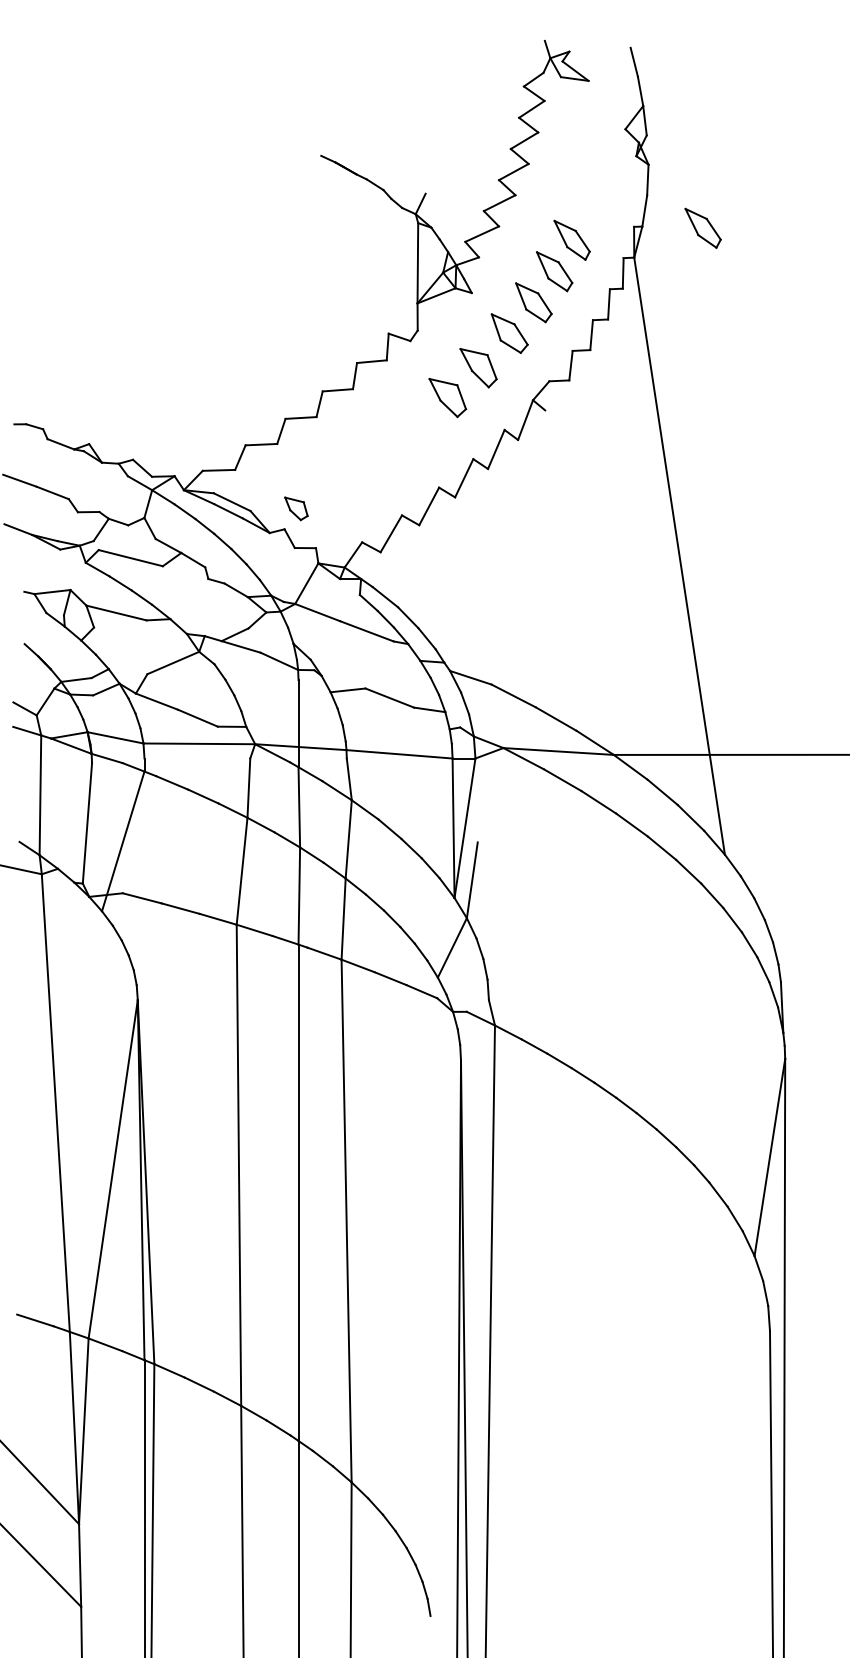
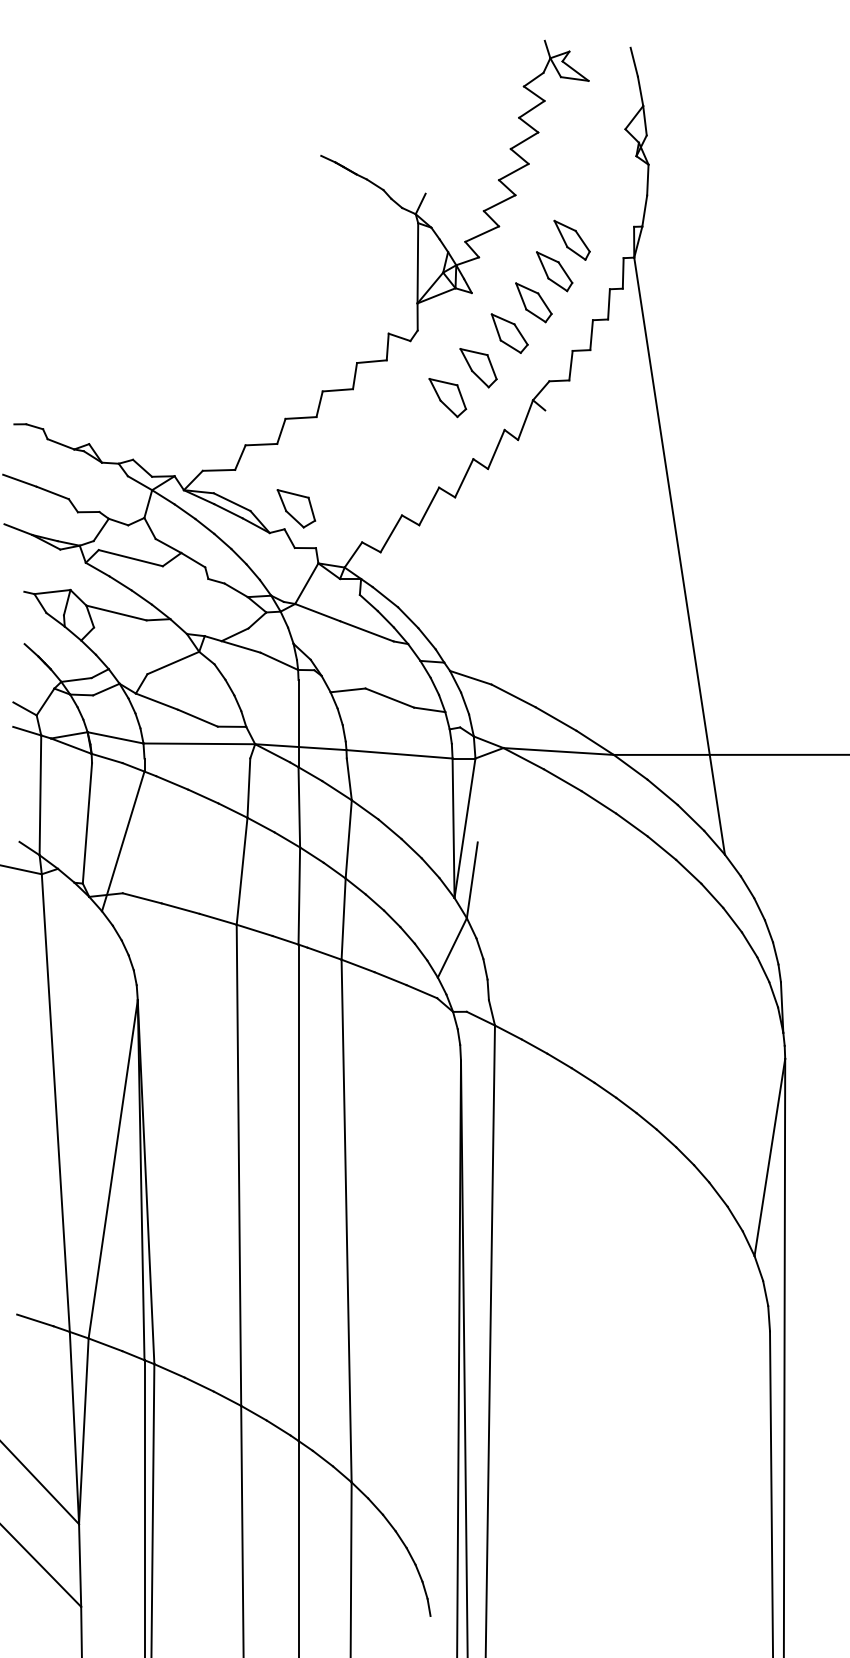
part at (702, 227): present -> none
part at (296, 508) size: 25x26 px -> 41x40 px
